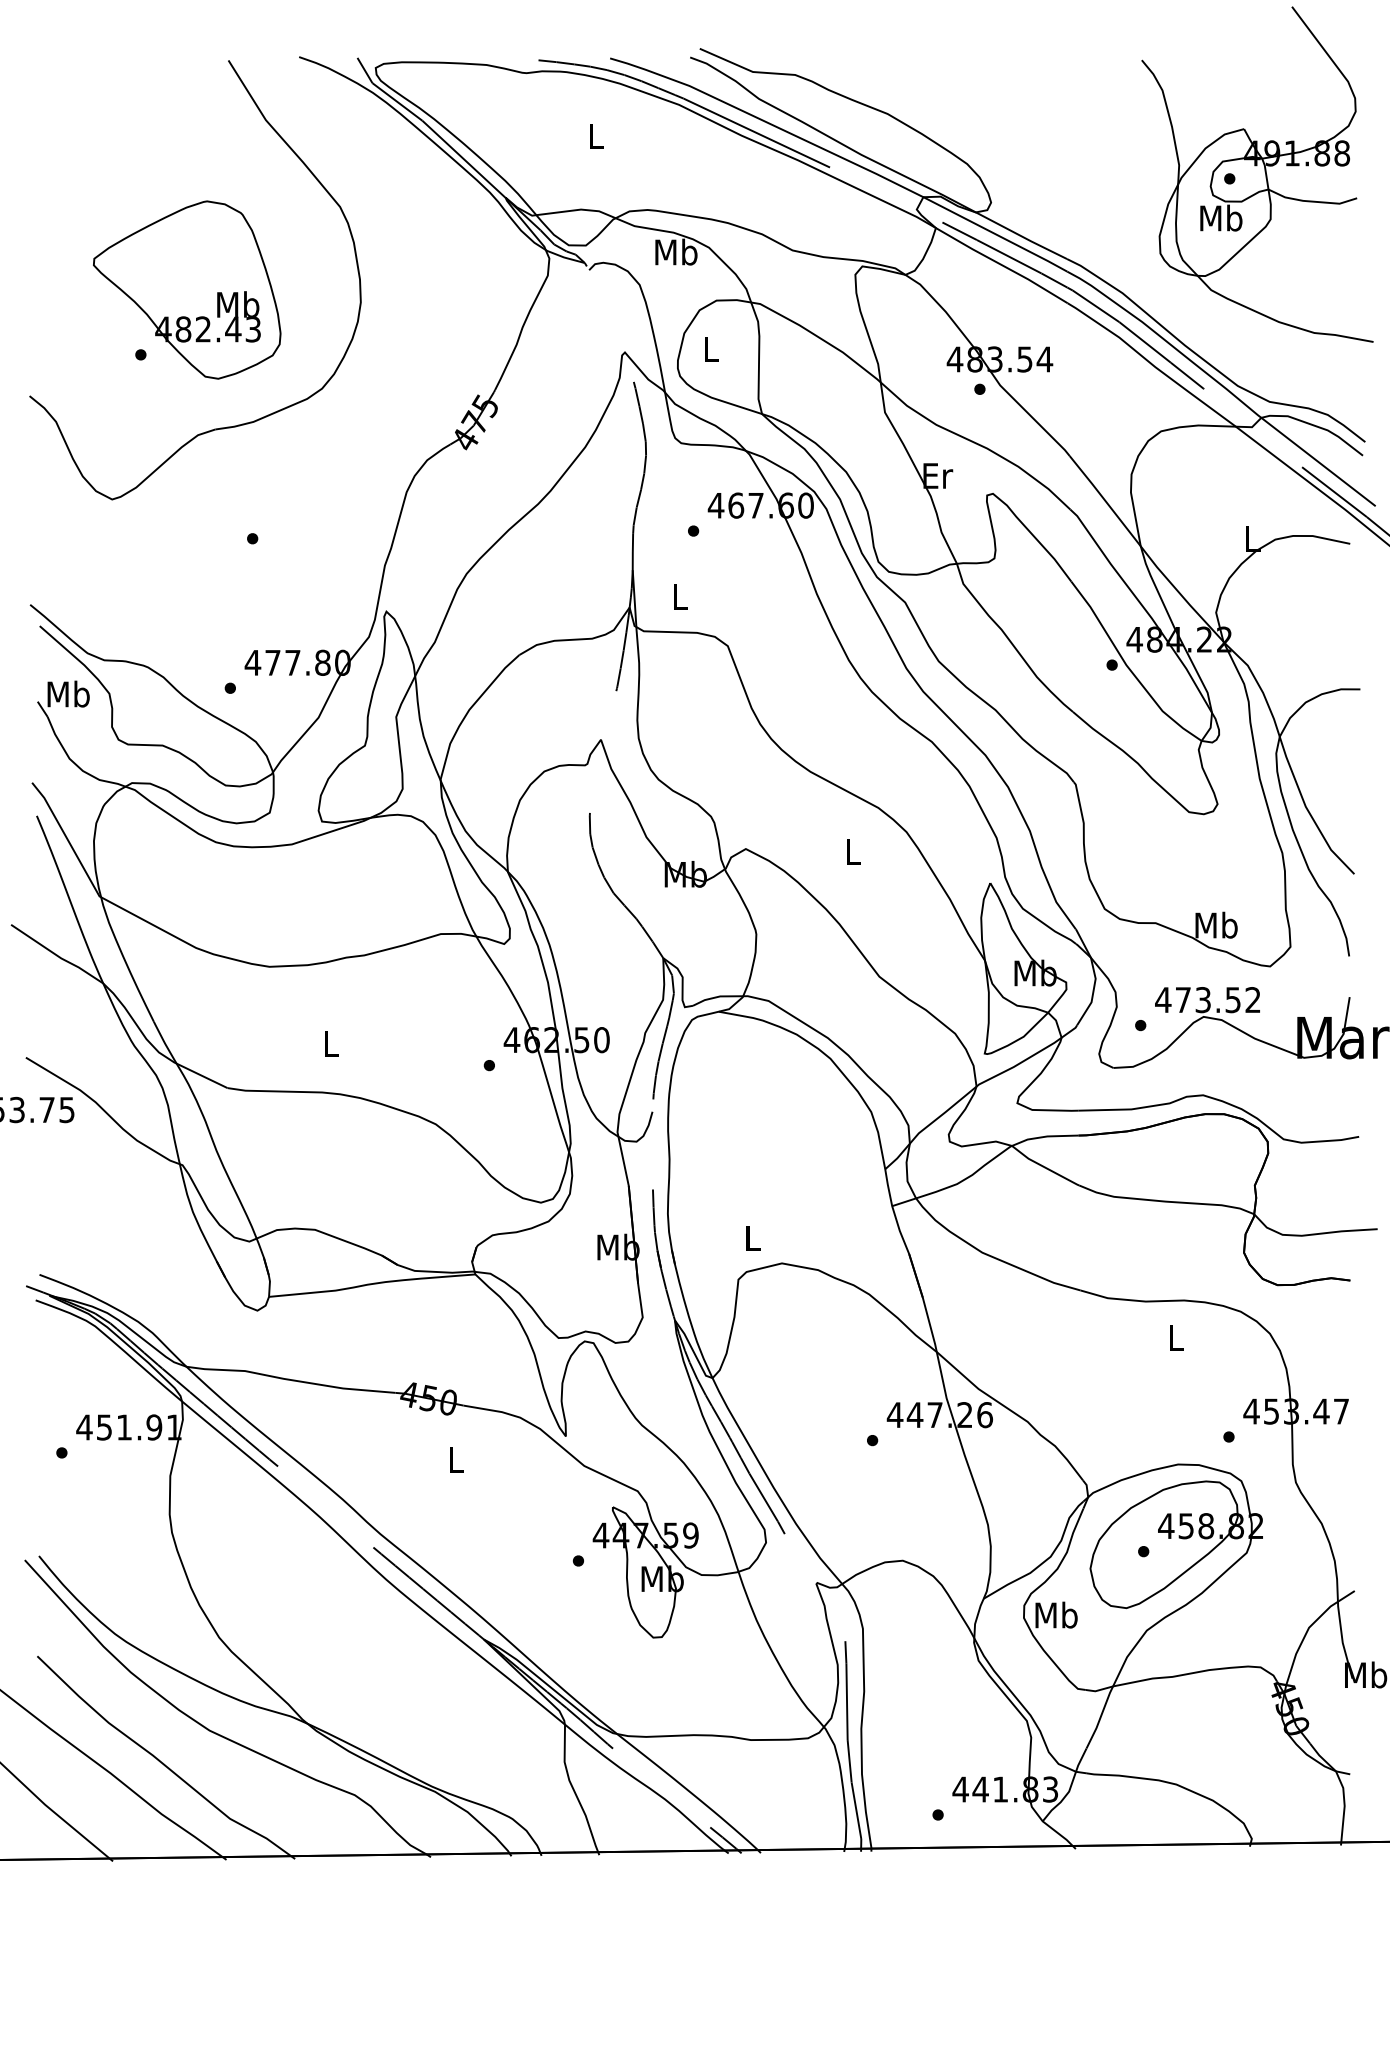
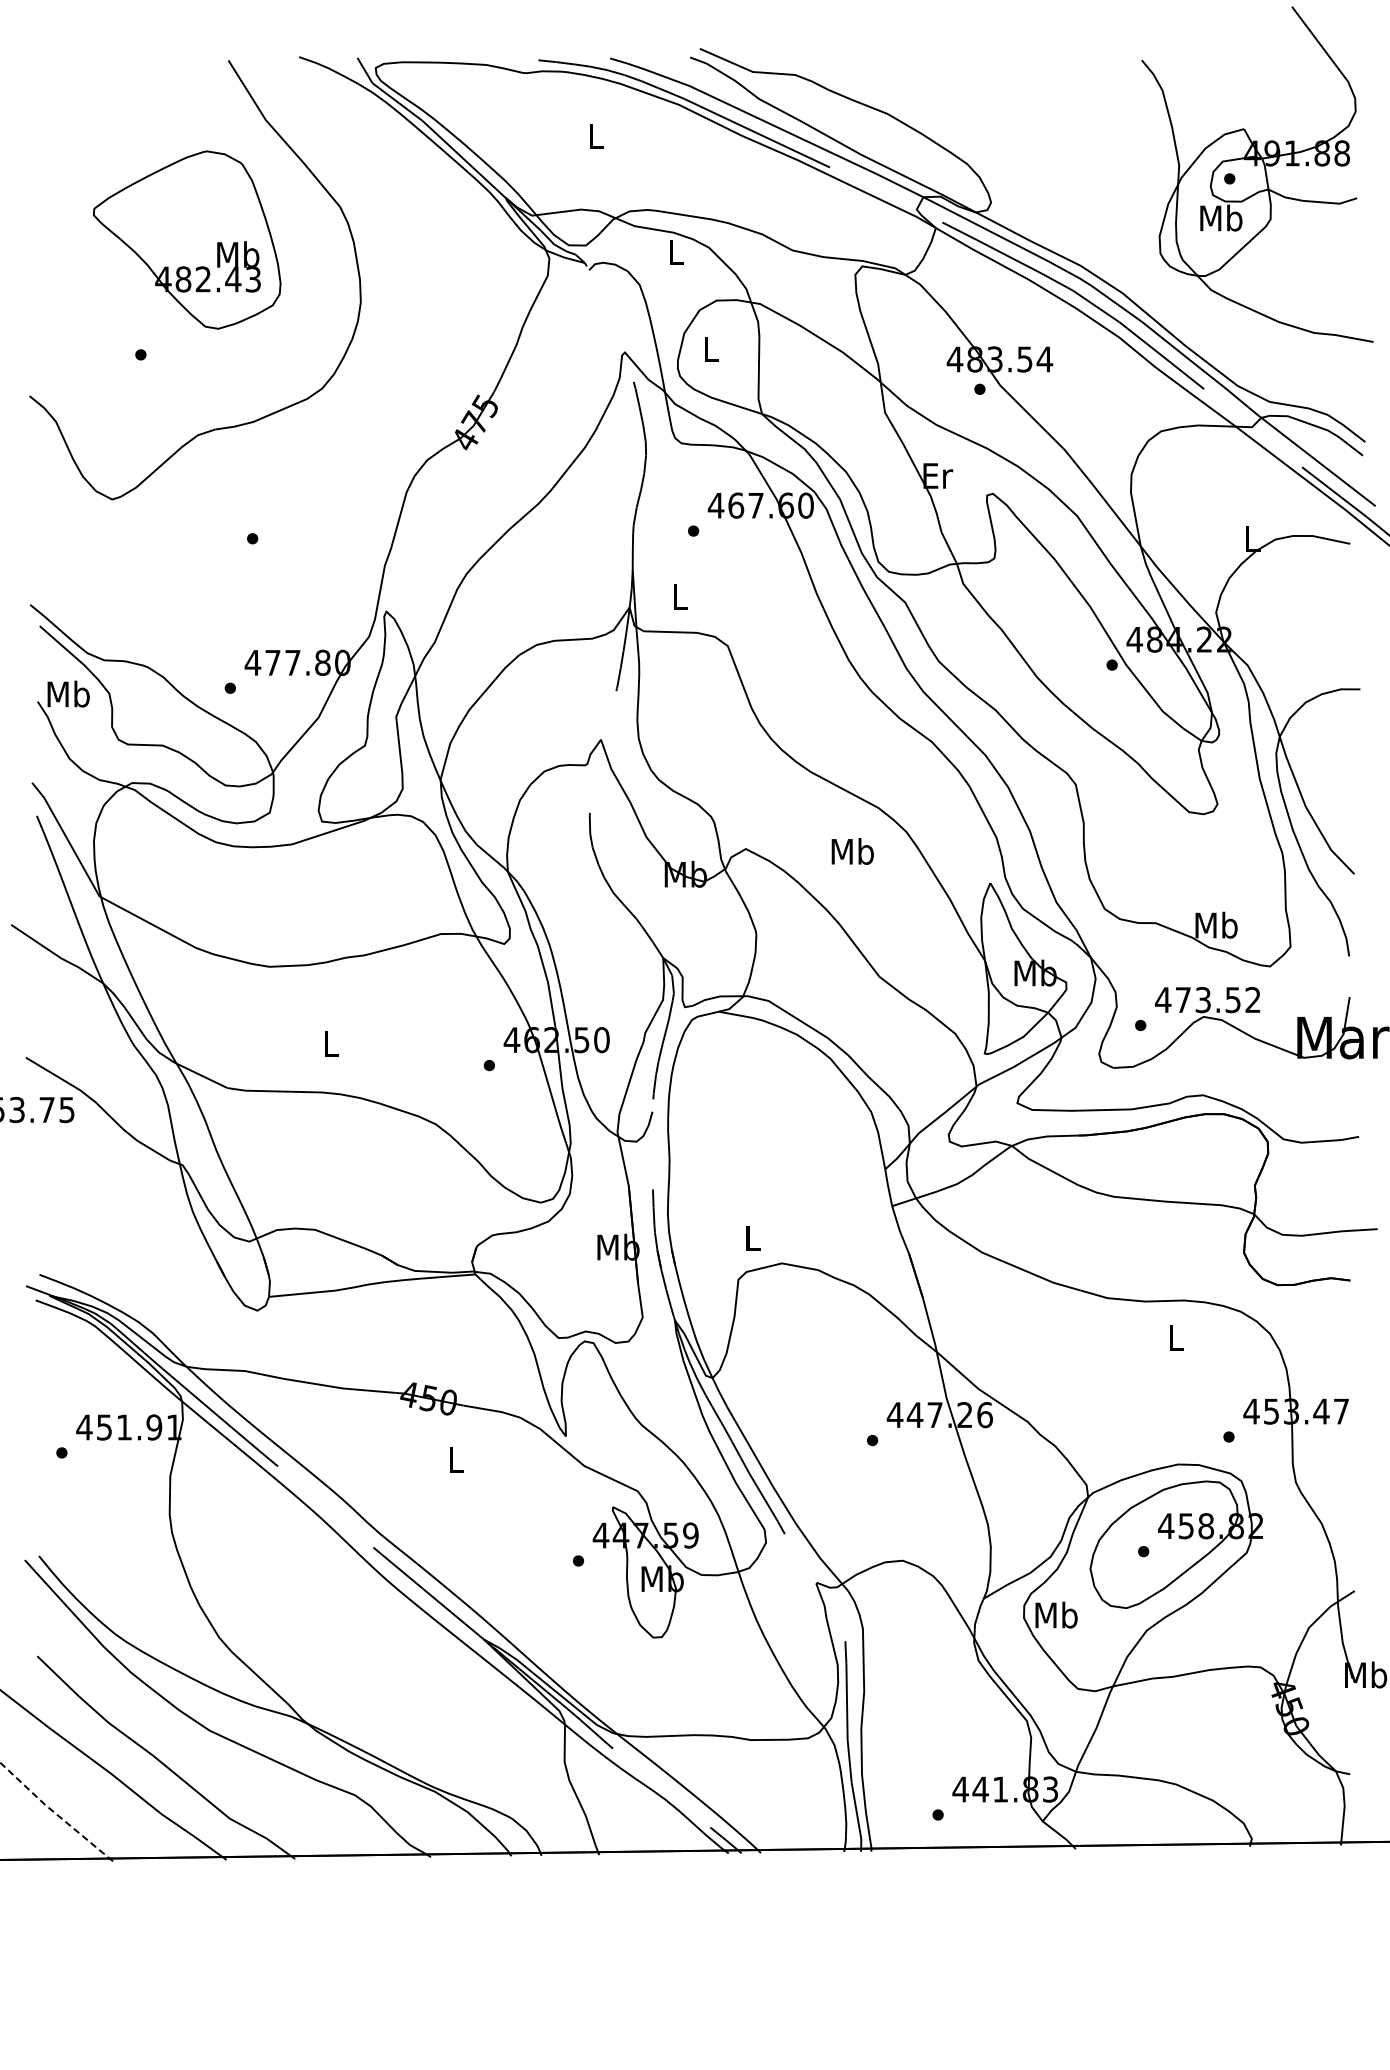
text at (676, 251): Mb -> L
part at (187, 289) position: (187, 289) -> (187, 239)
text at (852, 851): L -> Mb
line at (55, 1813): solid -> dashed
